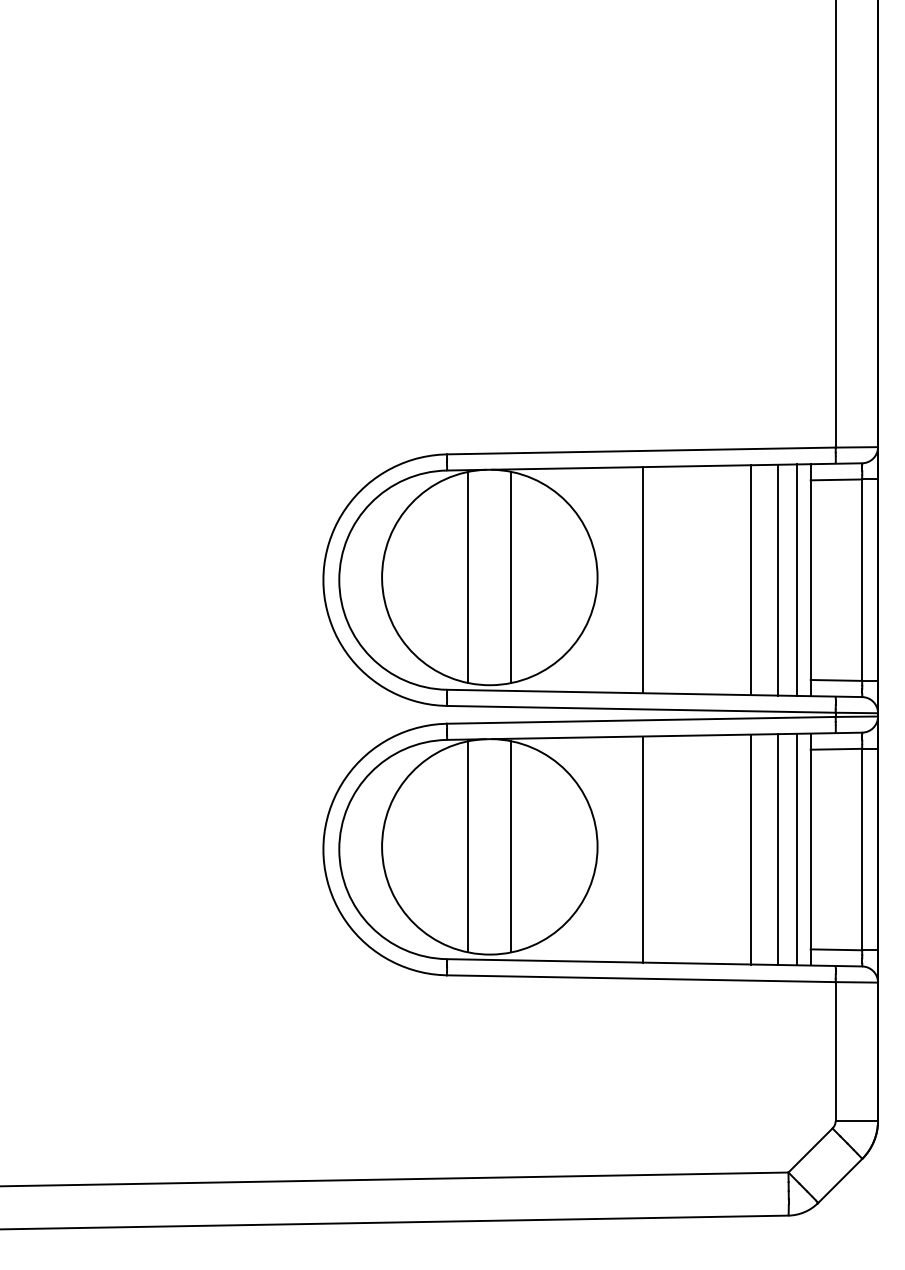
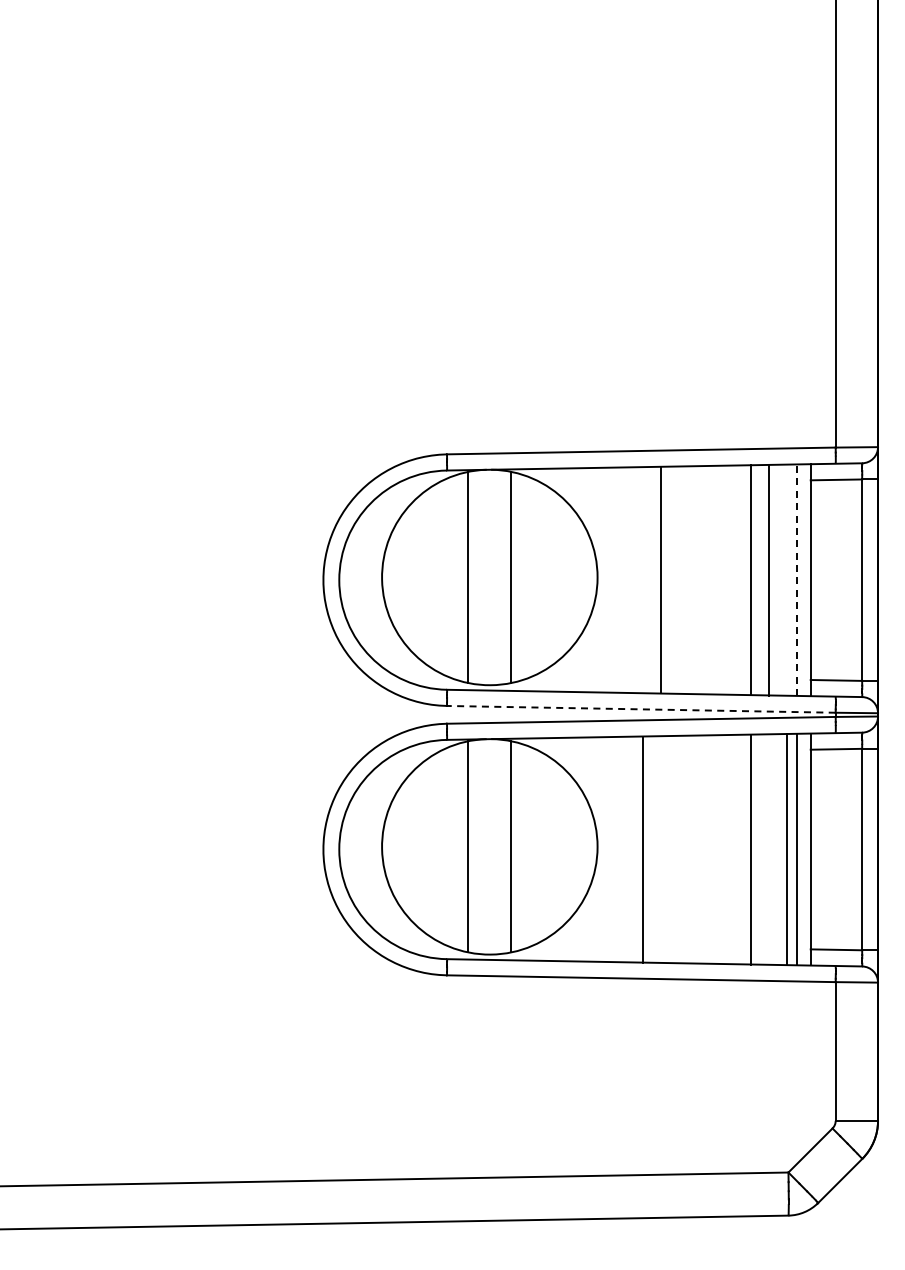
line at (778, 579) position: (778, 579) -> (769, 579)
line at (643, 580) position: (643, 580) -> (661, 580)
line at (796, 580): solid -> dashed
line at (640, 709): solid -> dashed
line at (778, 849) position: (778, 849) -> (787, 849)
